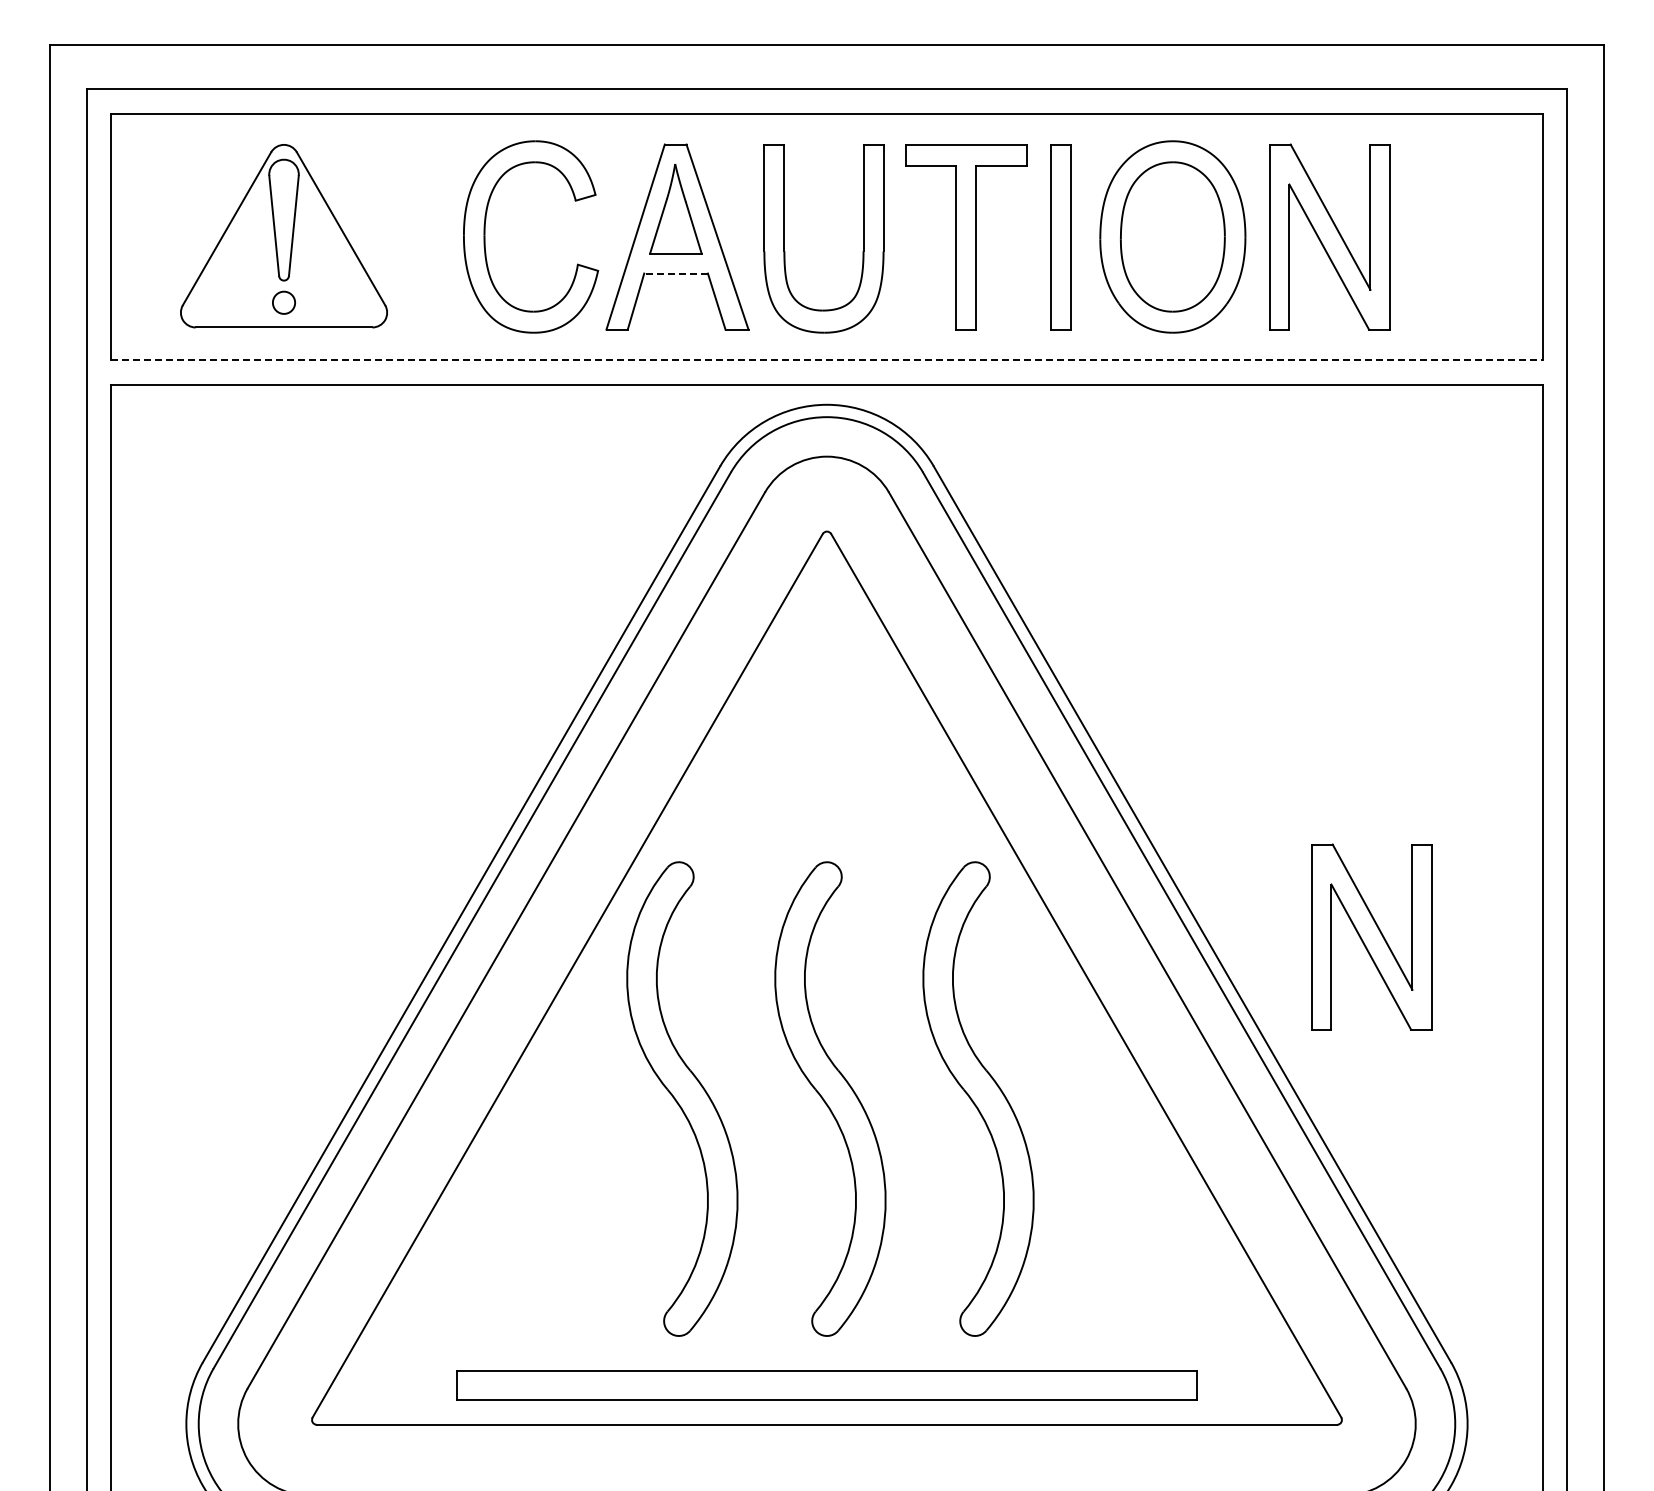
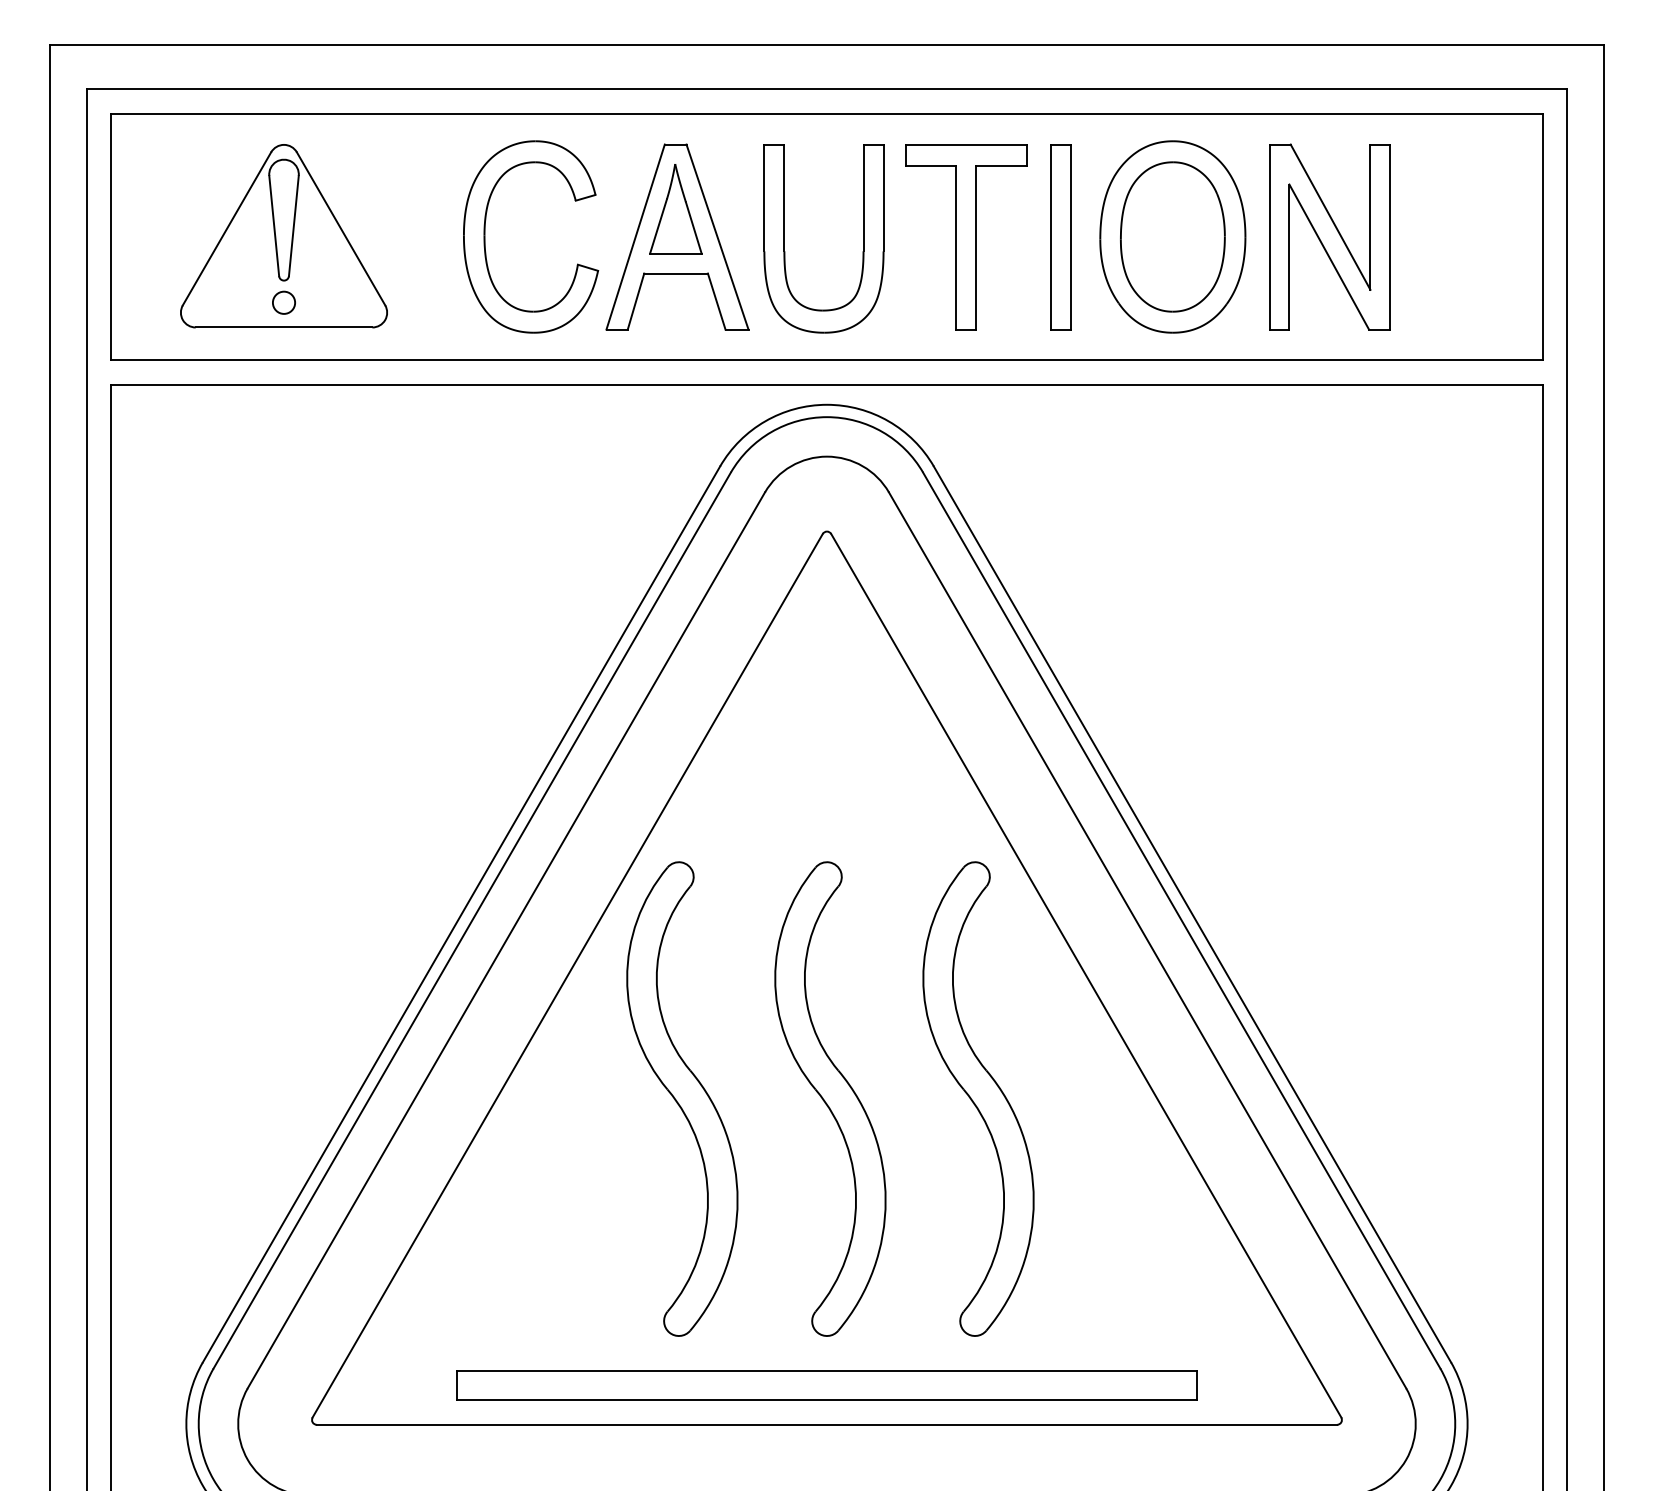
line at (676, 273): dashed -> solid
line at (826, 360): dashed -> solid
part at (1371, 936): present -> none
